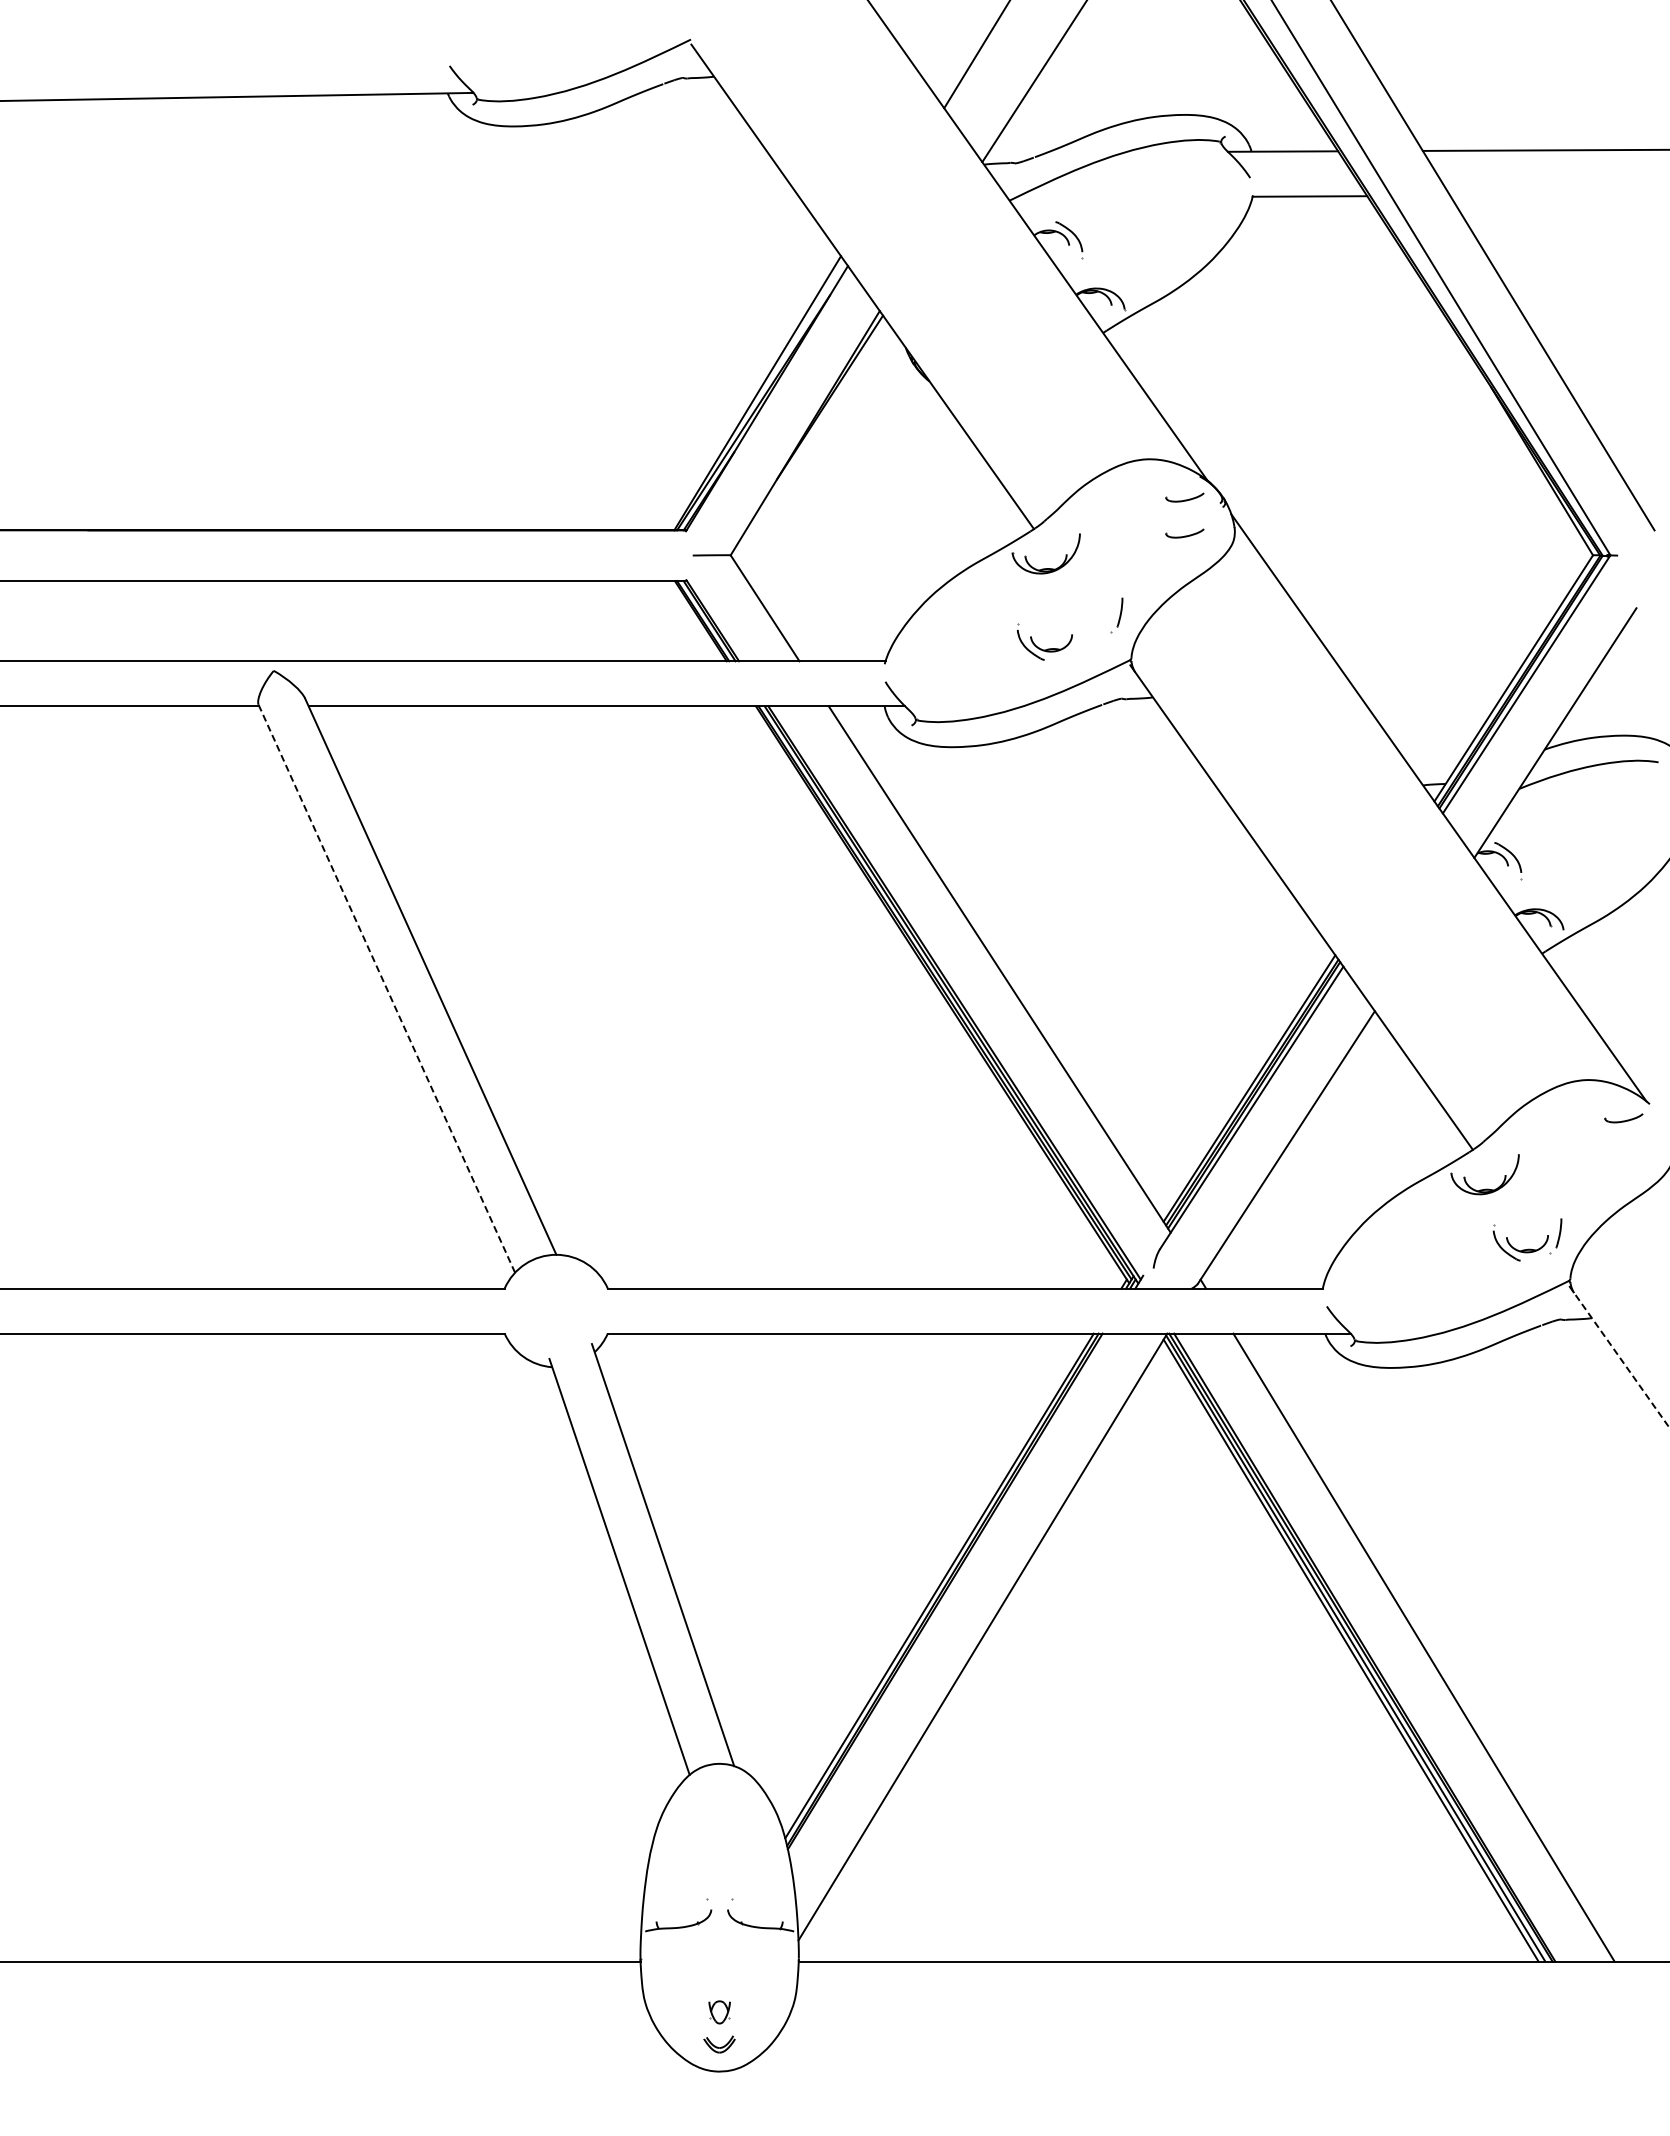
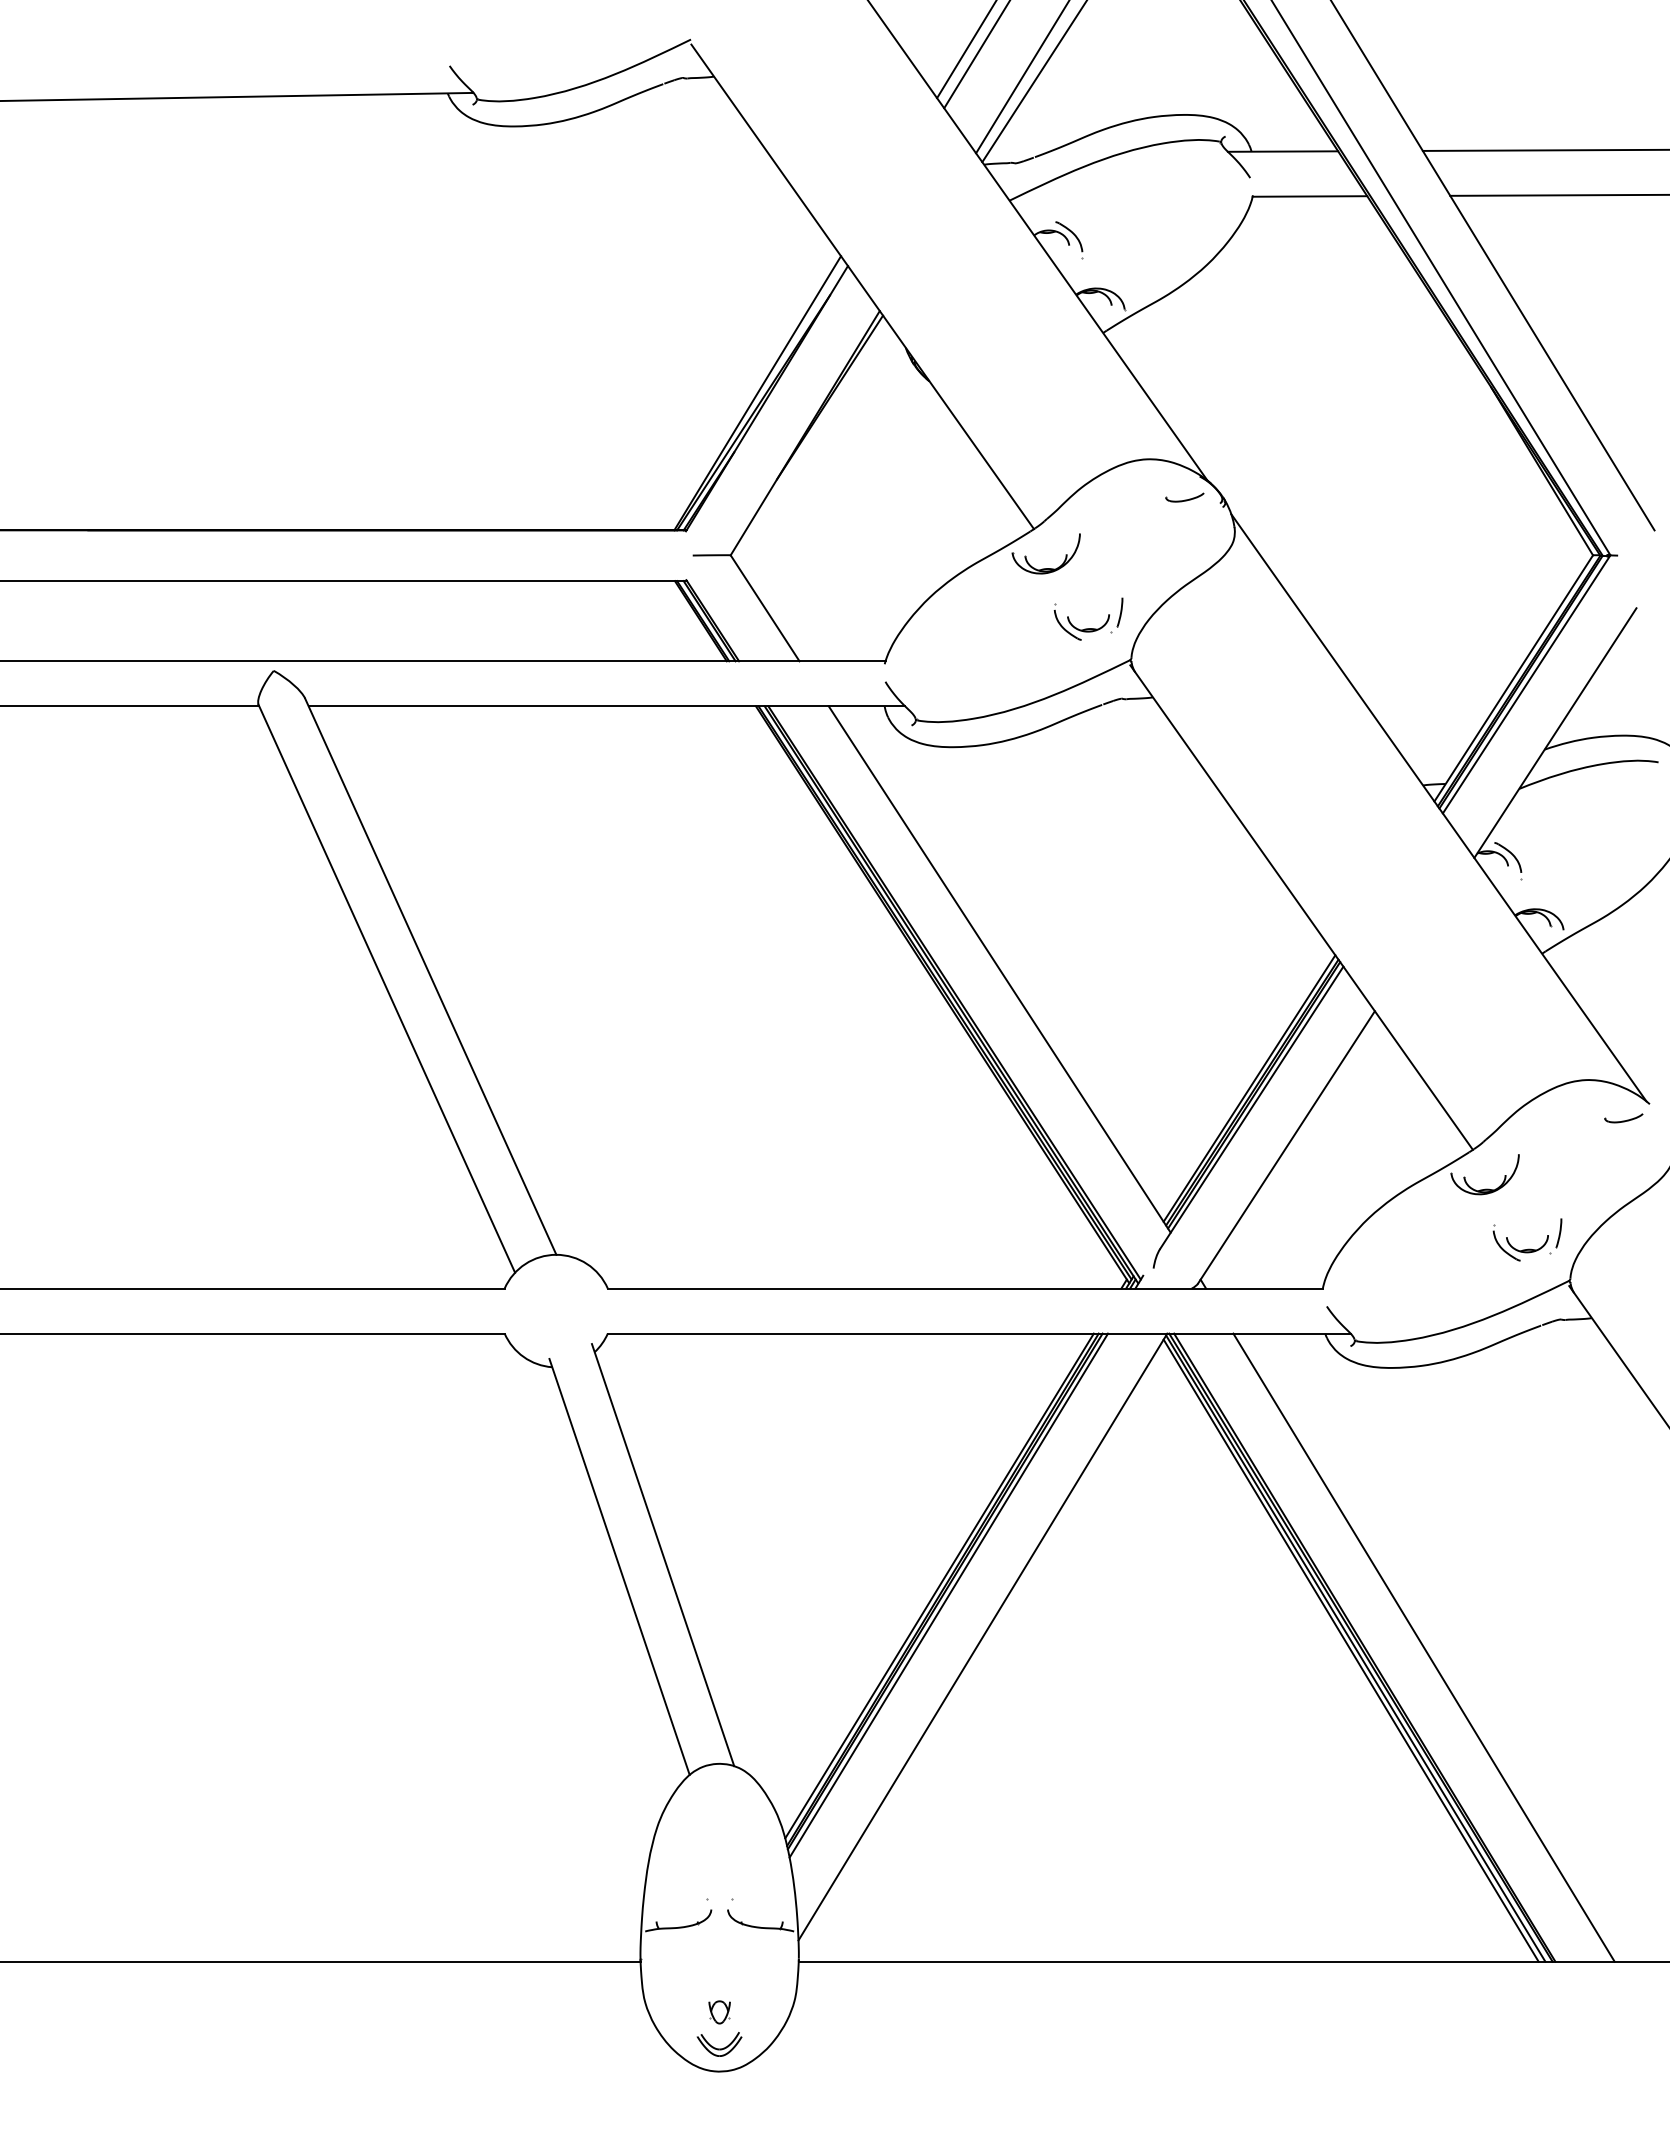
line at (966, 50): none -> present
line at (1022, 77): none -> present
line at (1558, 194): none -> present
part at (1184, 533): present -> none
part at (1041, 648) position: (1041, 648) -> (1078, 628)
line at (386, 988): dashed -> solid
line at (1619, 1357): dashed -> solid
line at (948, 1595): none -> present
part at (719, 2044) size: 33x19 px -> 47x25 px
